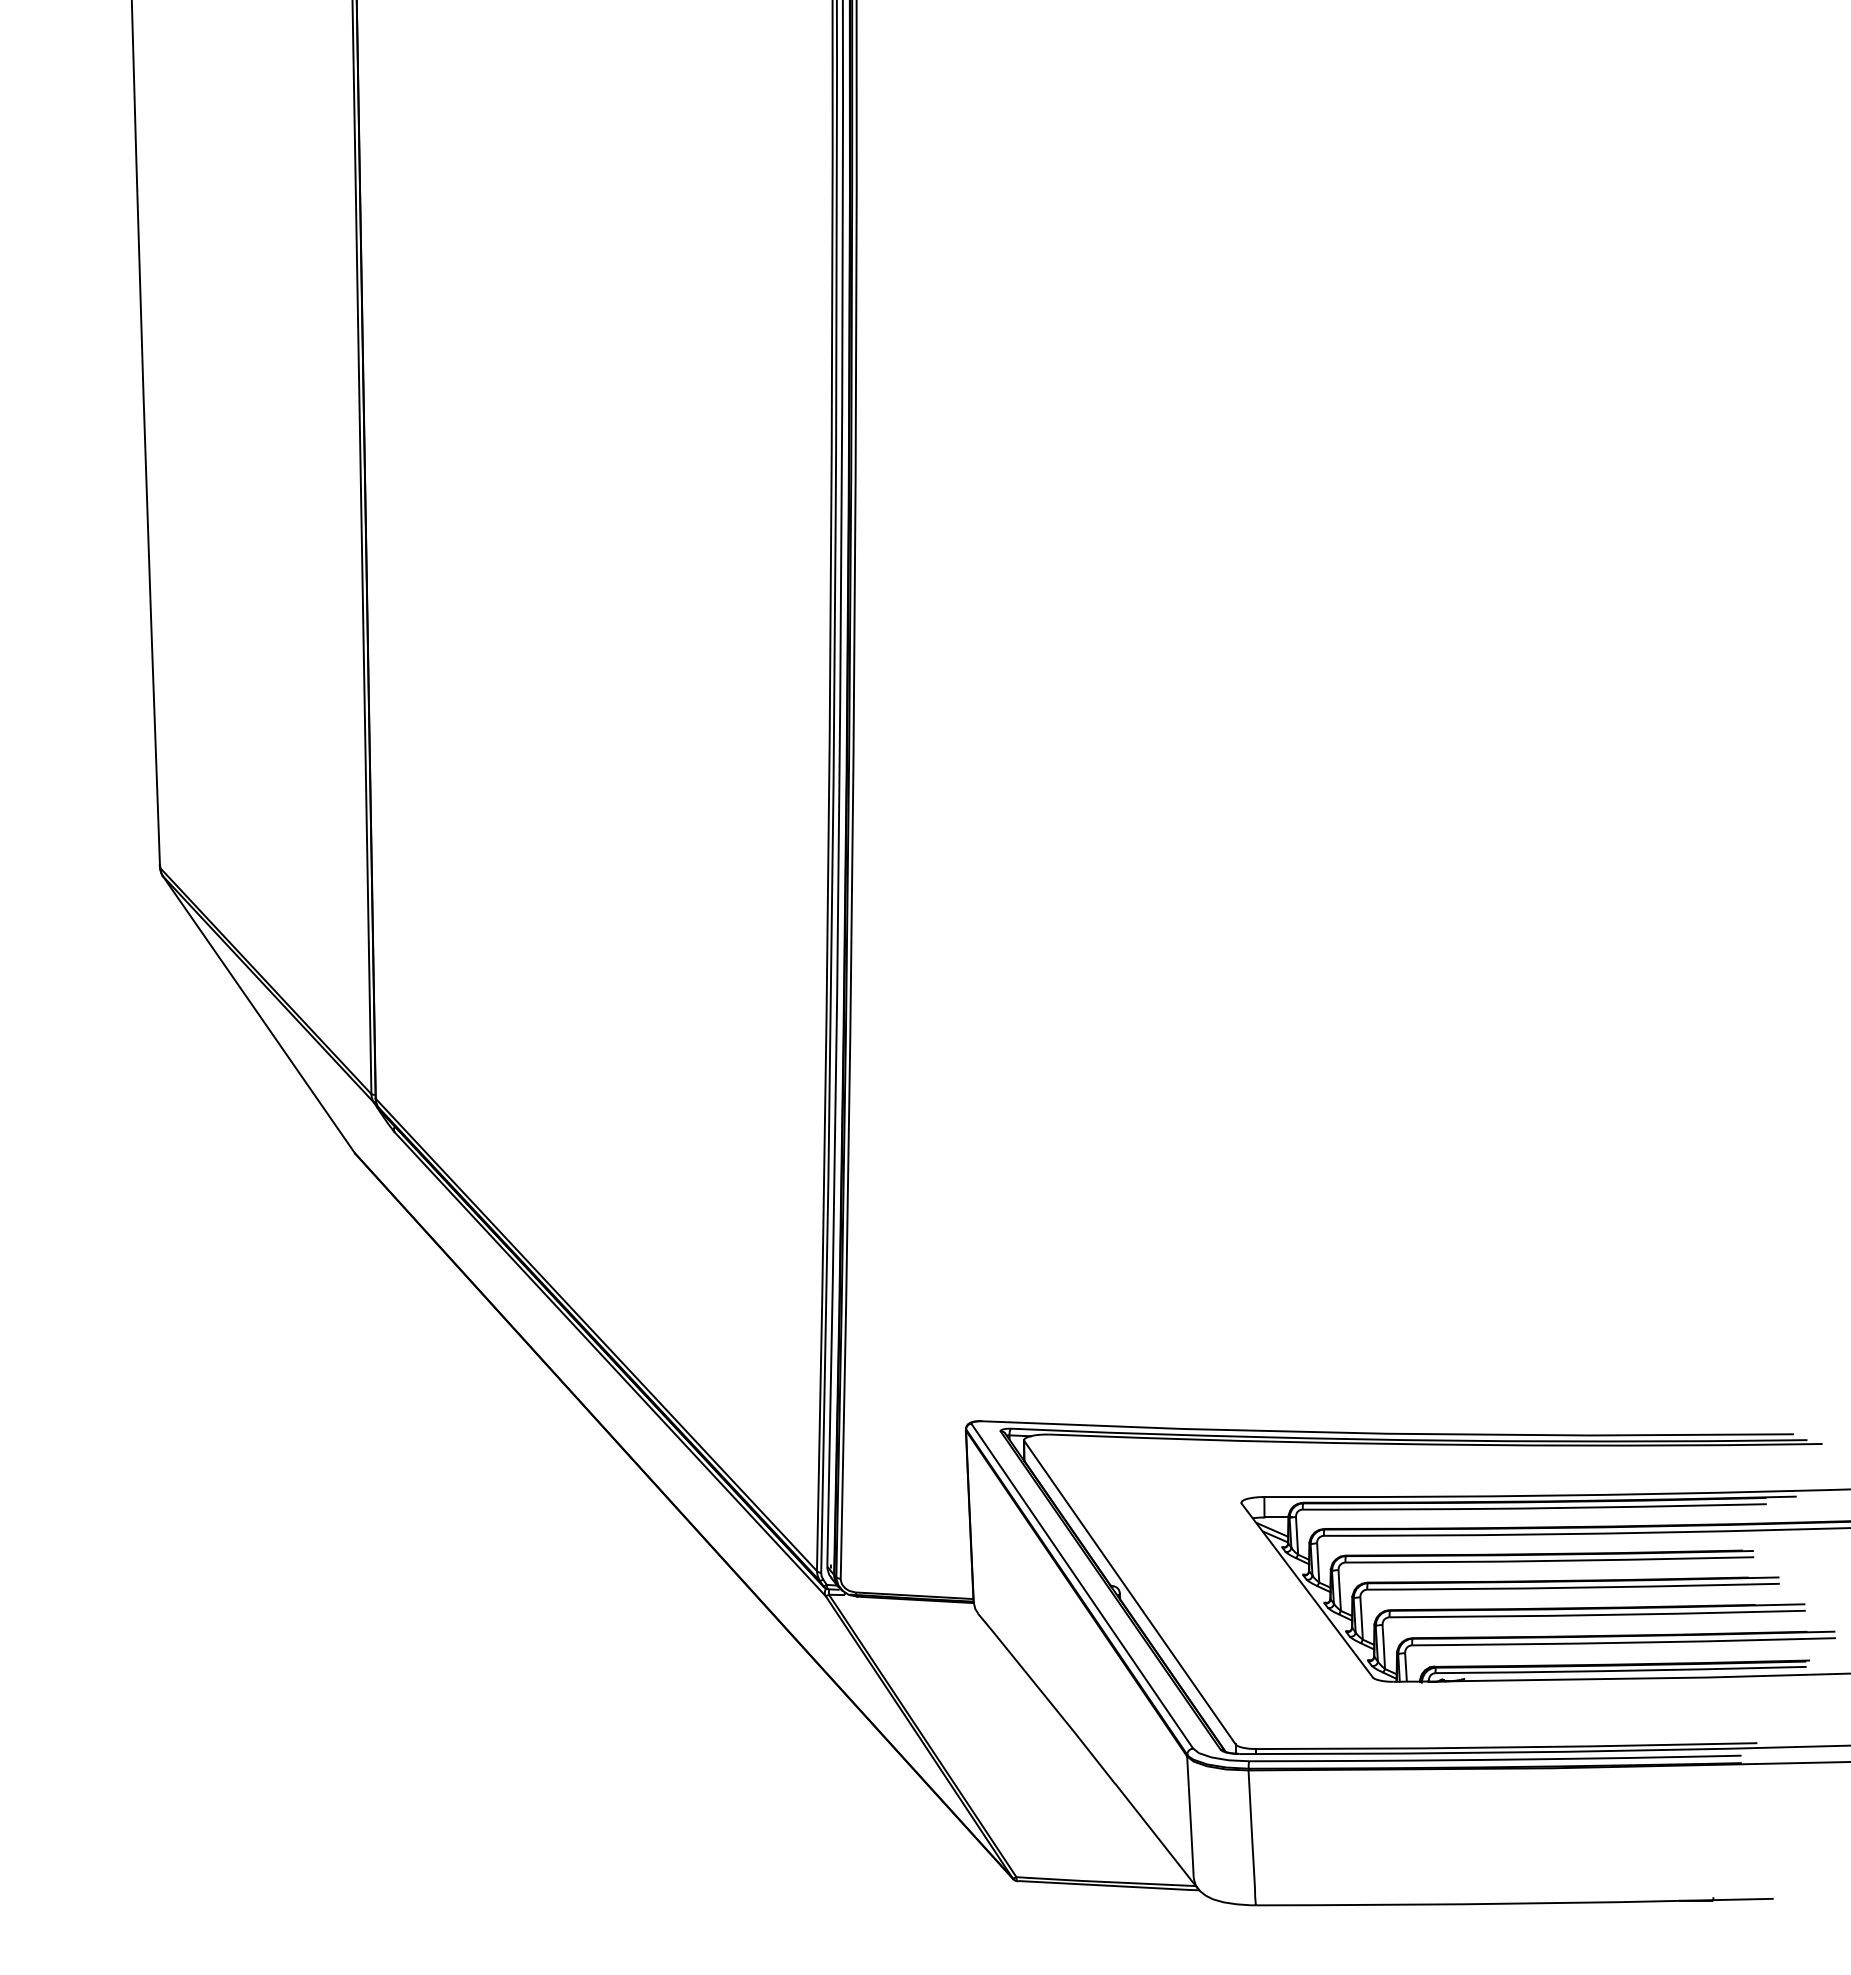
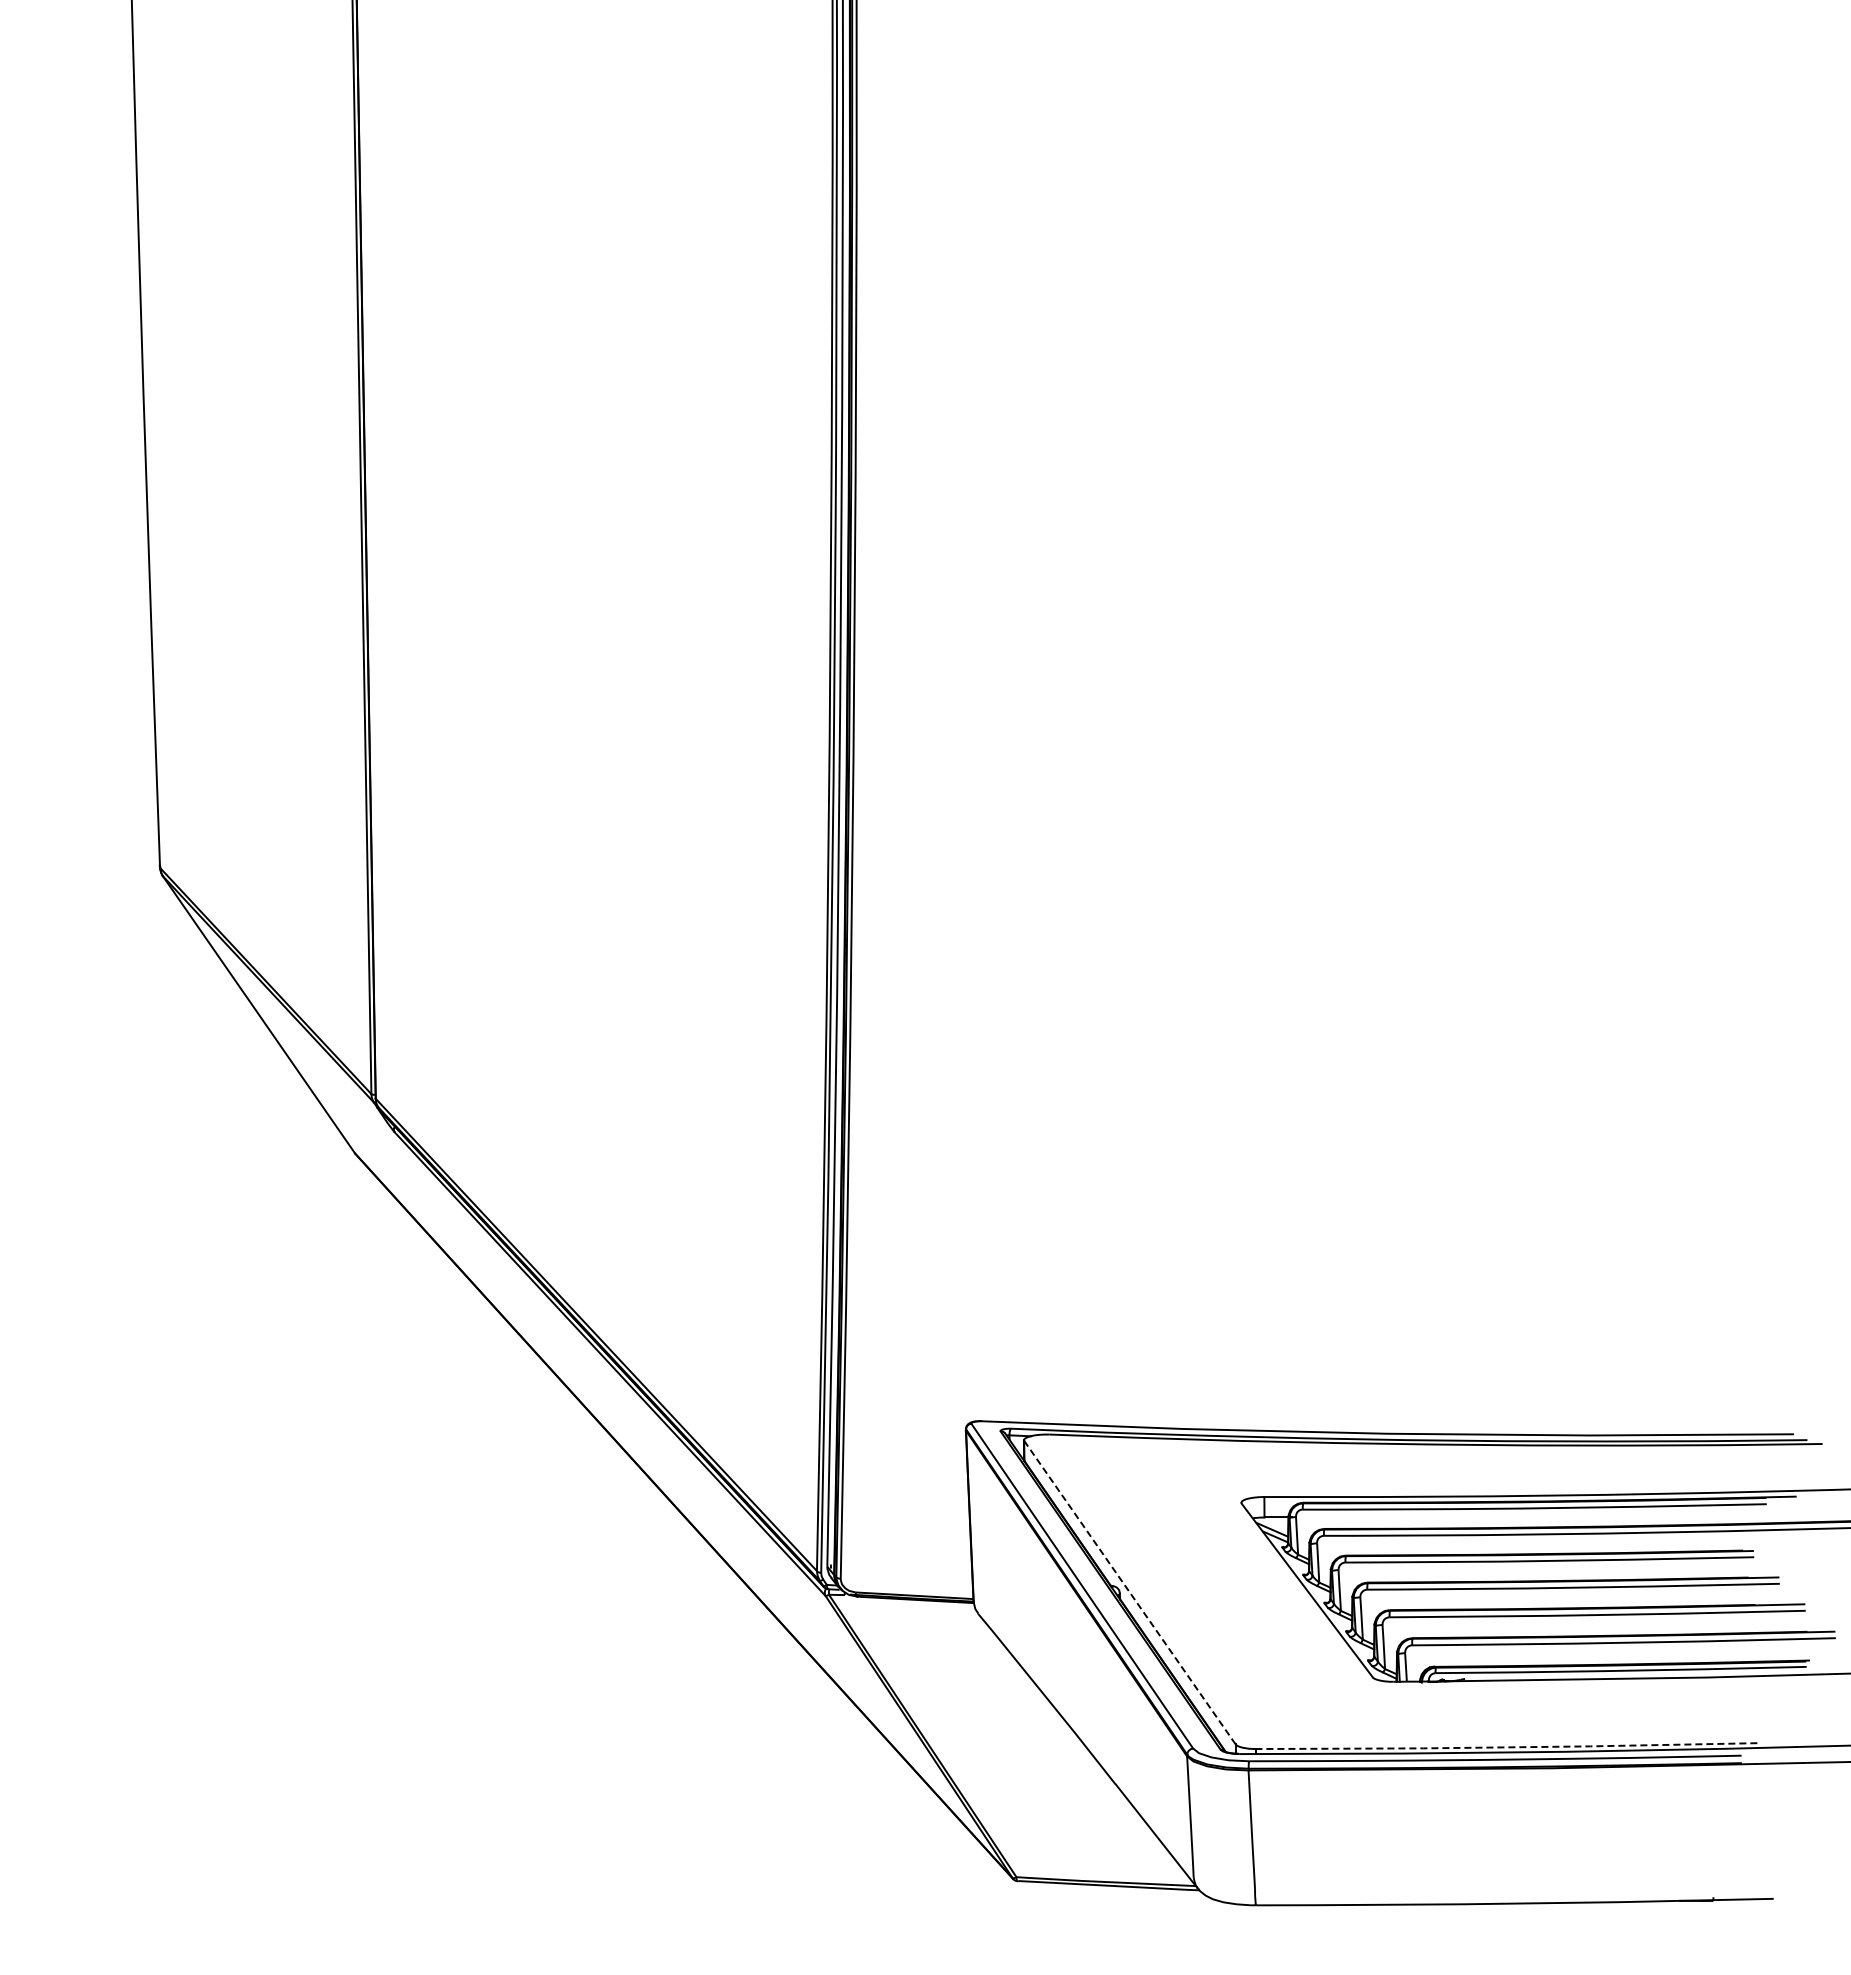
line at (1129, 1592): solid -> dashed
line at (1505, 1747): solid -> dashed
